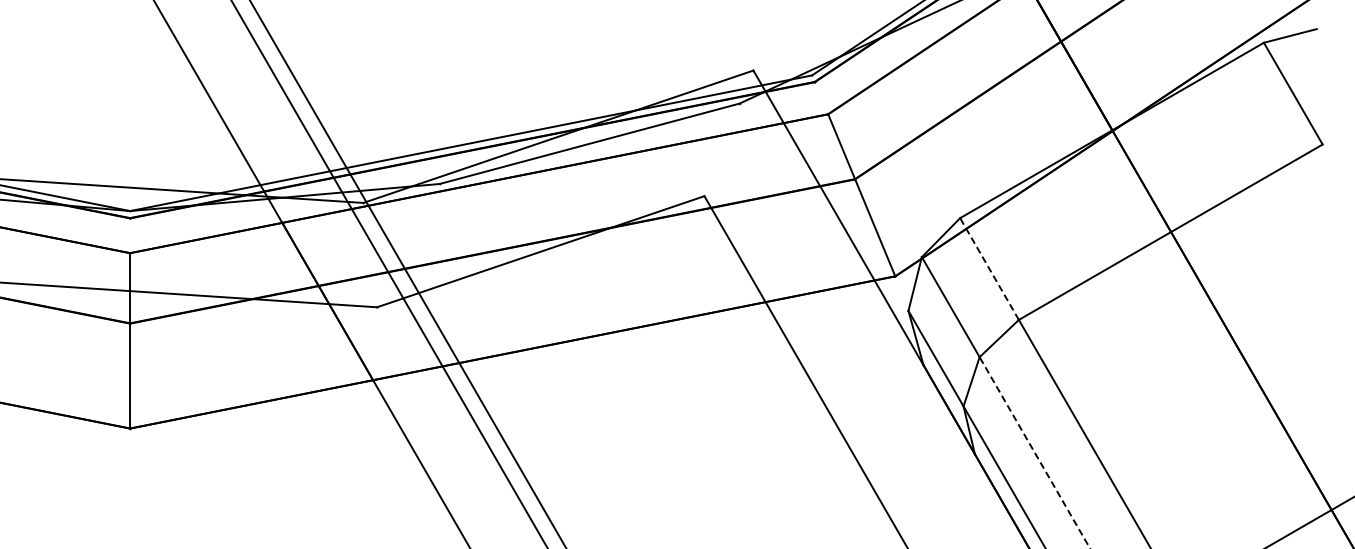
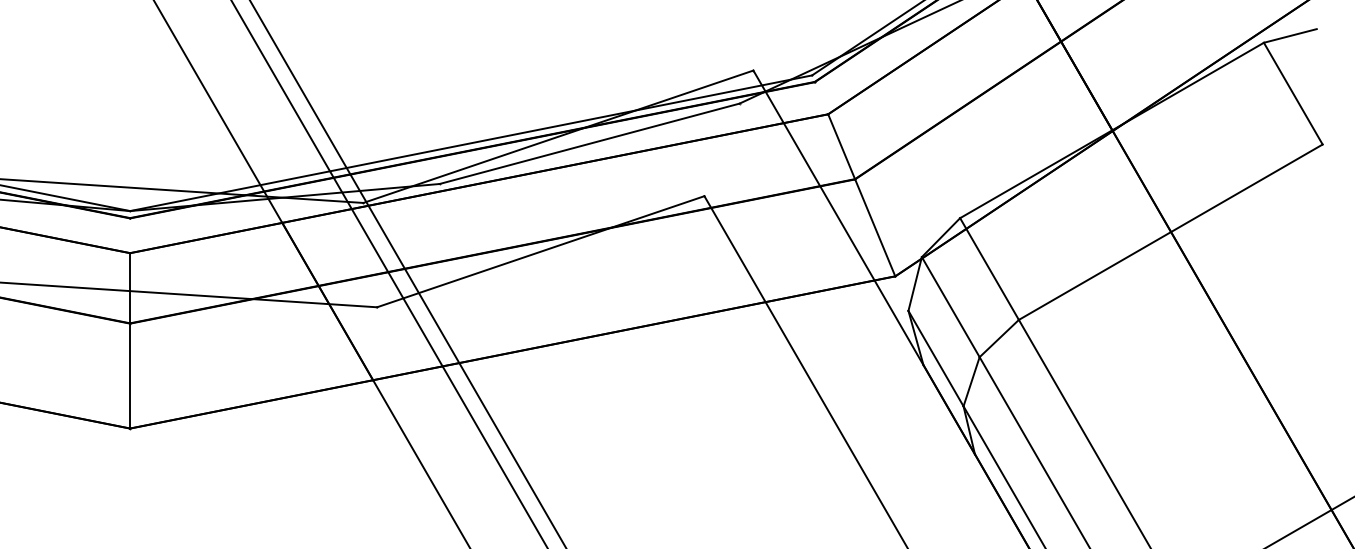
line at (989, 269): dashed -> solid
line at (1034, 452): dashed -> solid
